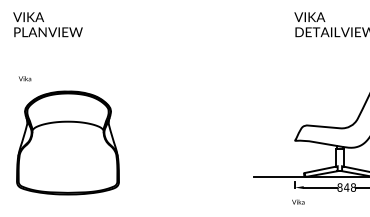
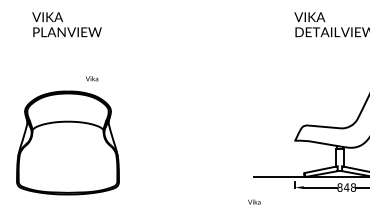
text at (47, 24) position: (47, 24) -> (66, 24)
text at (24, 78) position: (24, 78) -> (91, 78)
text at (298, 201) position: (298, 201) -> (254, 201)
